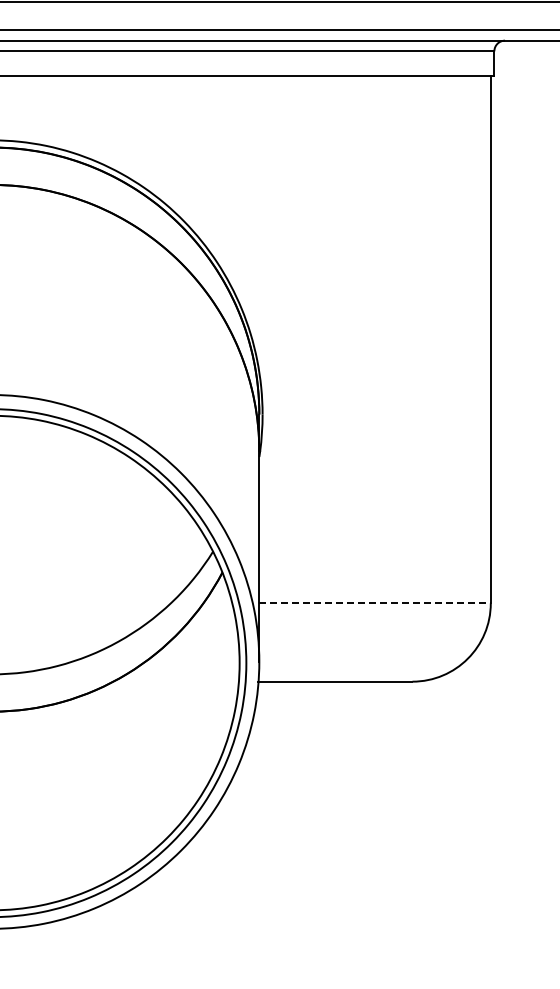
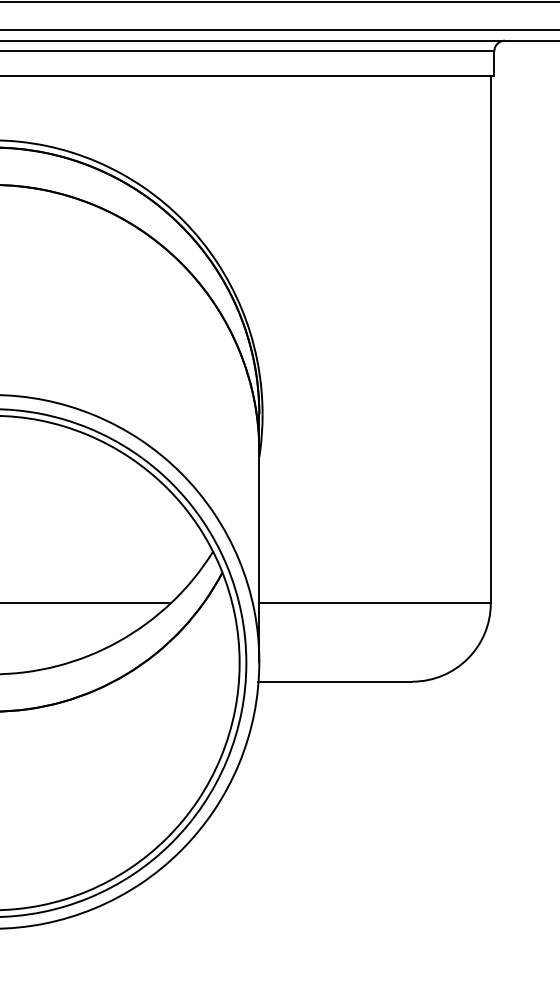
line at (86, 603): none -> present
line at (375, 603): dashed -> solid
